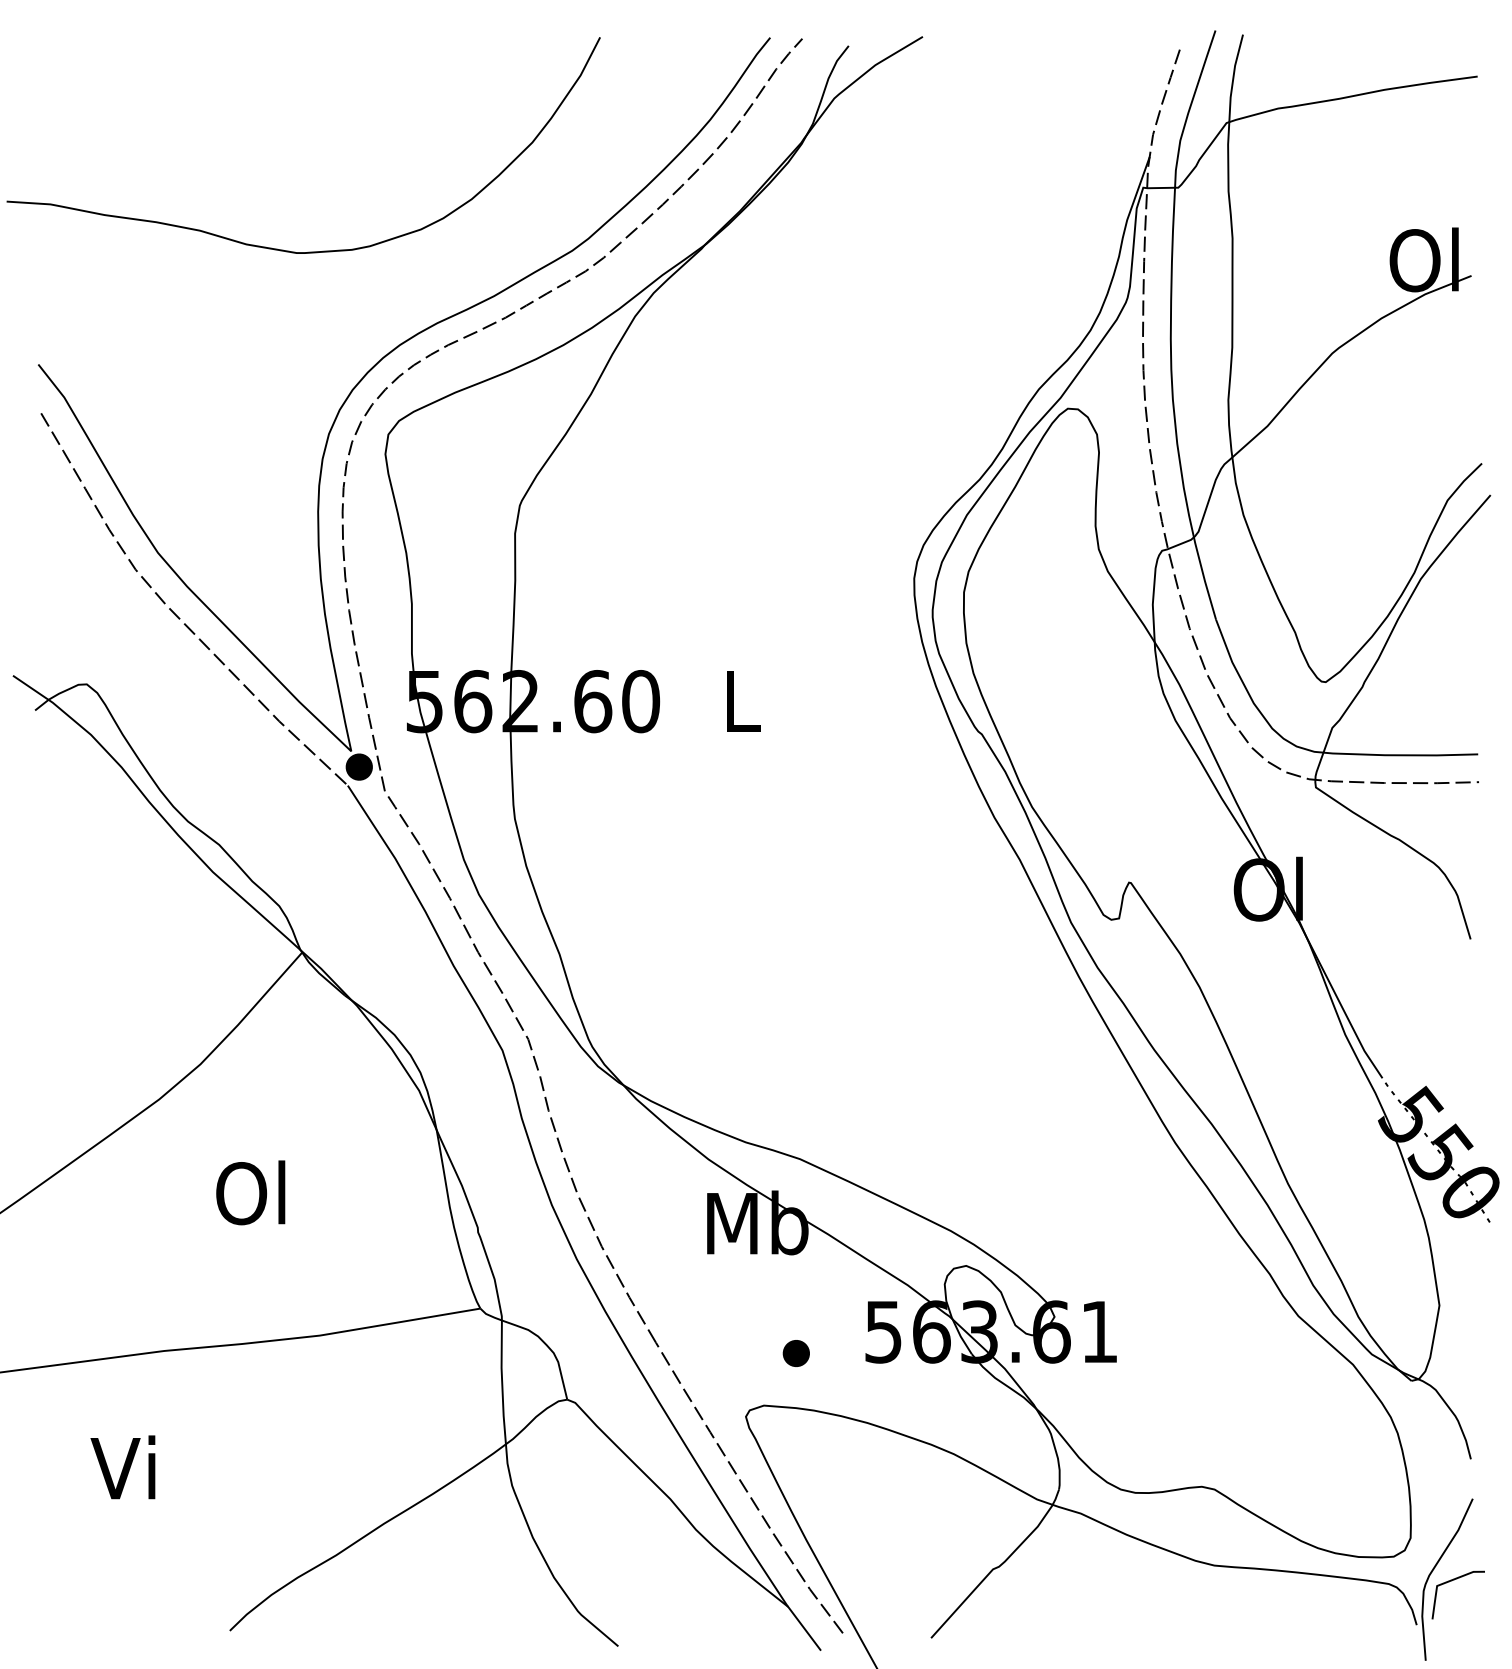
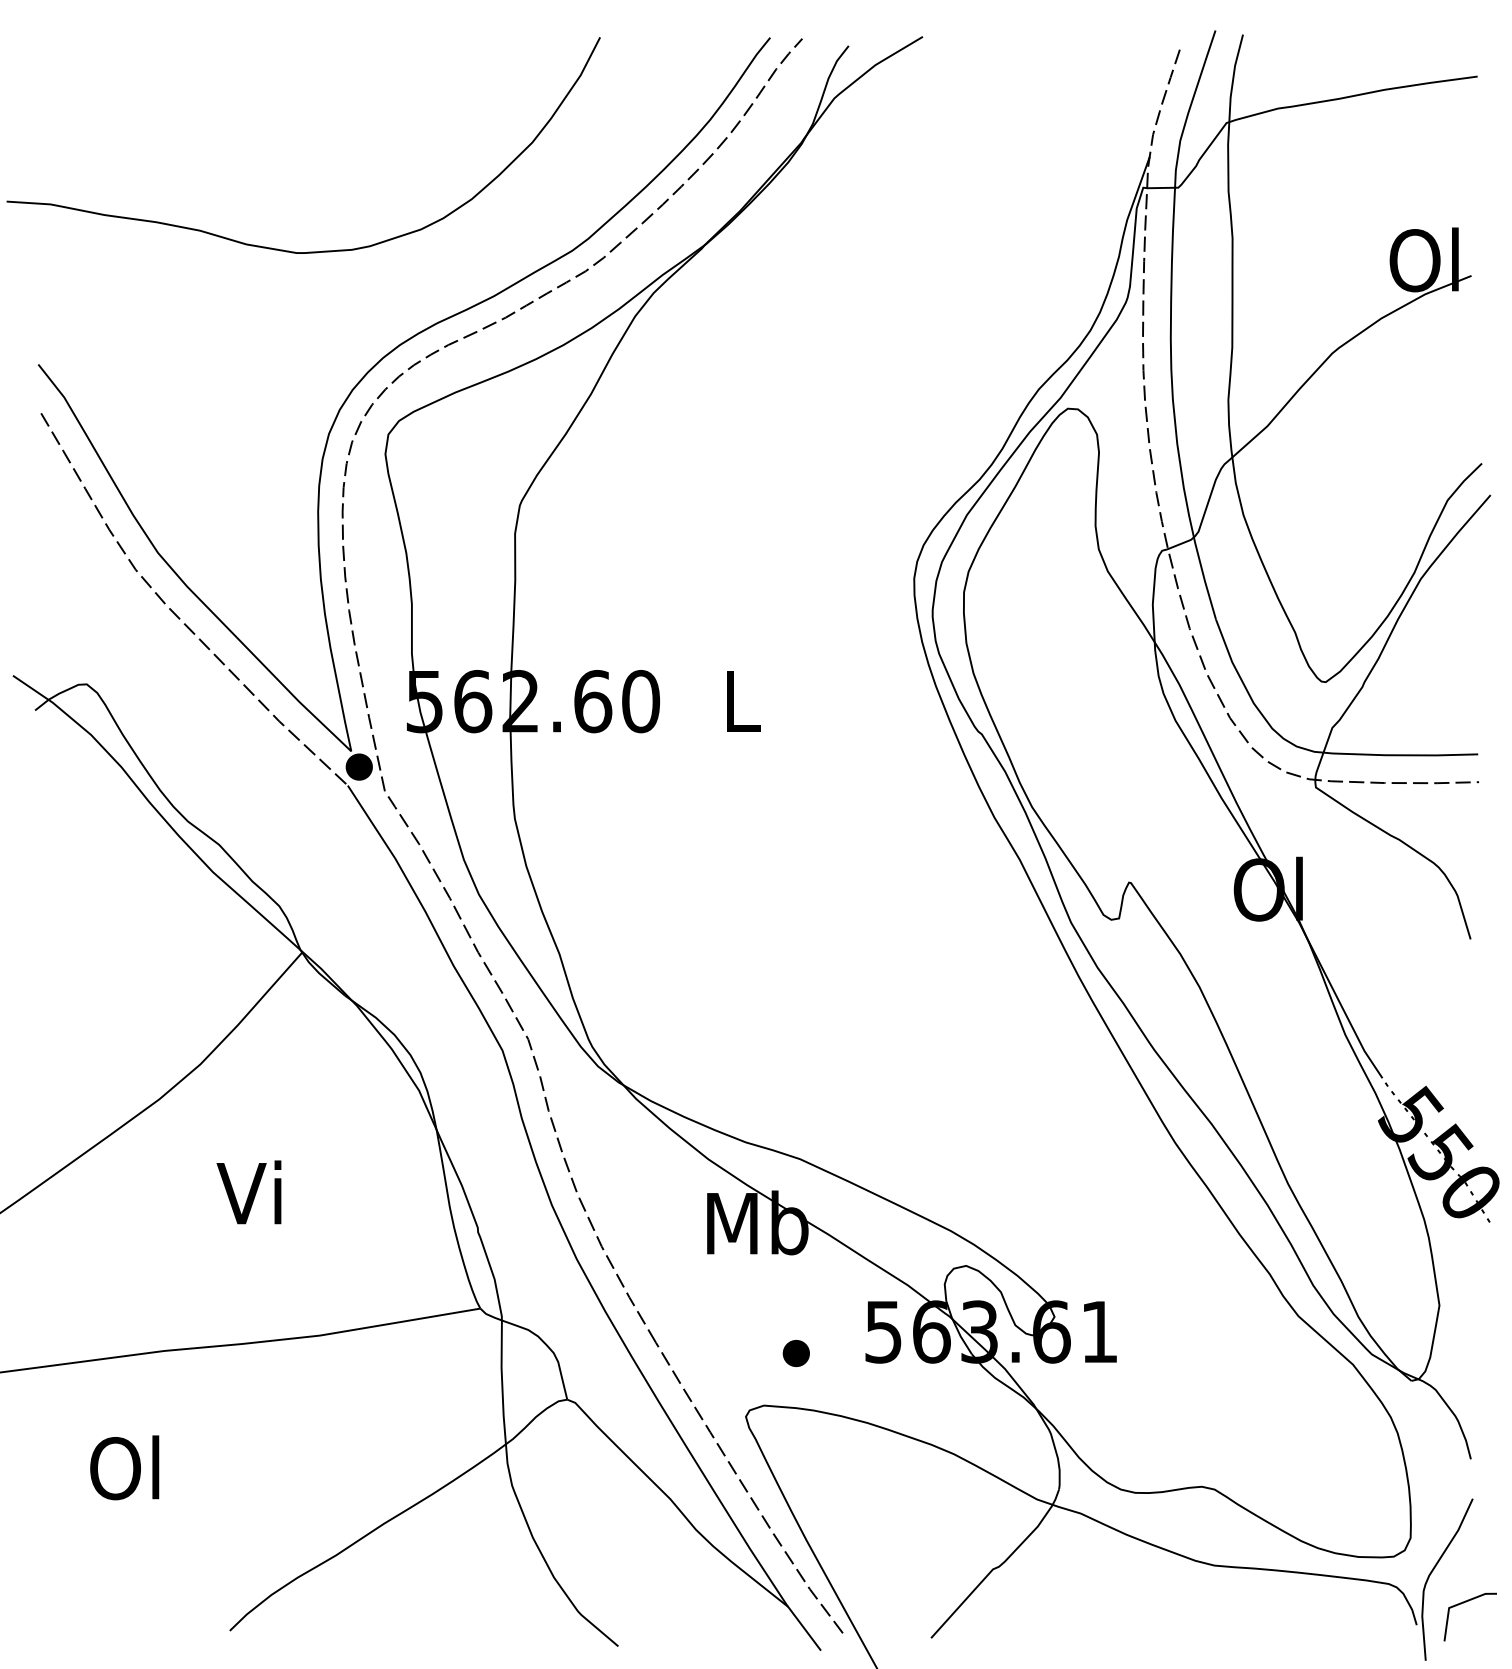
text at (250, 1192): Ol -> Vi
text at (124, 1467): Vi -> Ol
curve at (1454, 1580) position: (1454, 1580) -> (1466, 1602)
